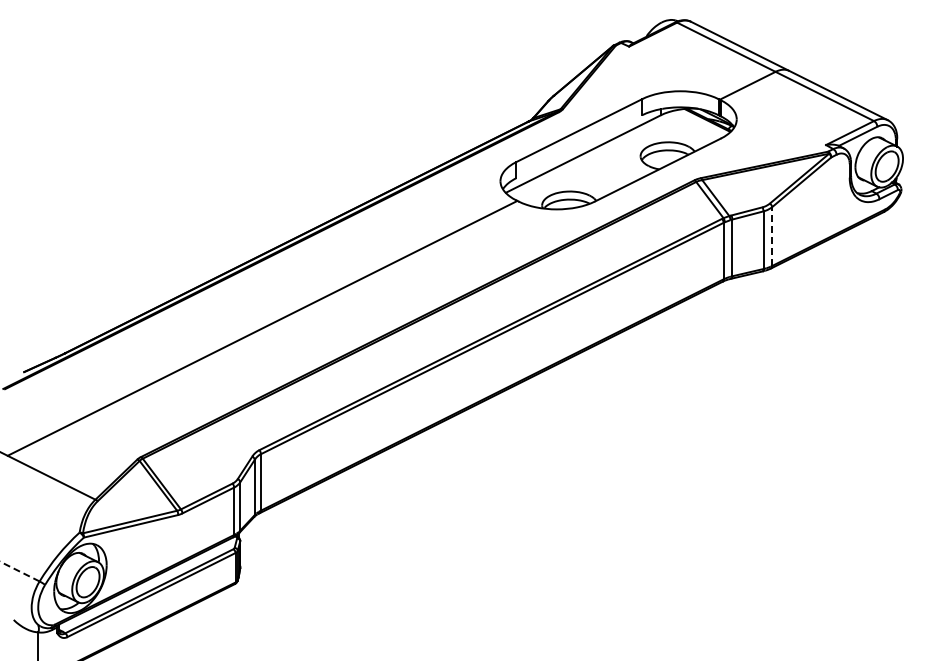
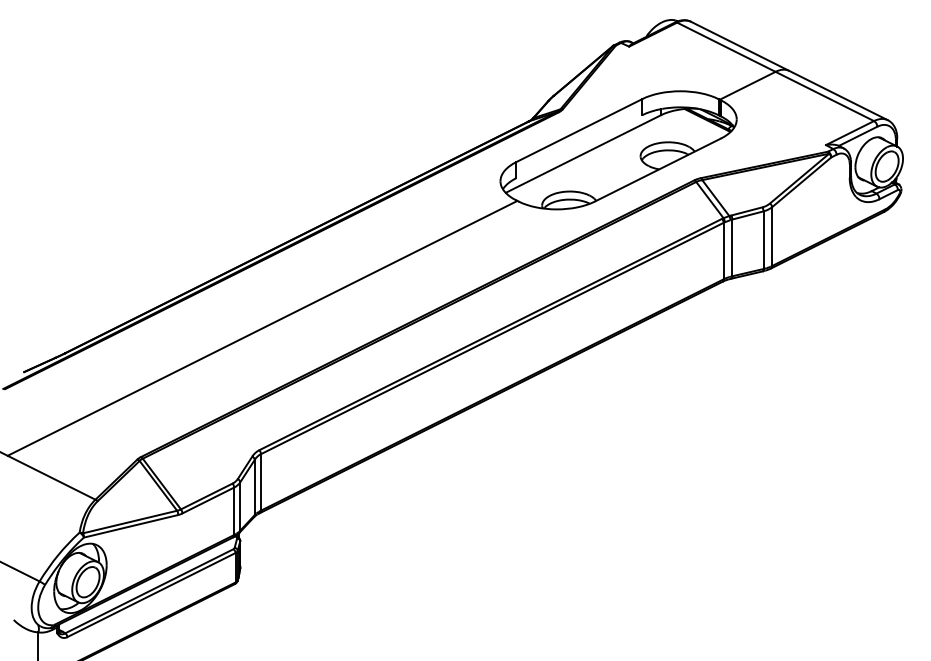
line at (772, 236): dashed -> solid
line at (19, 571): dashed -> solid
